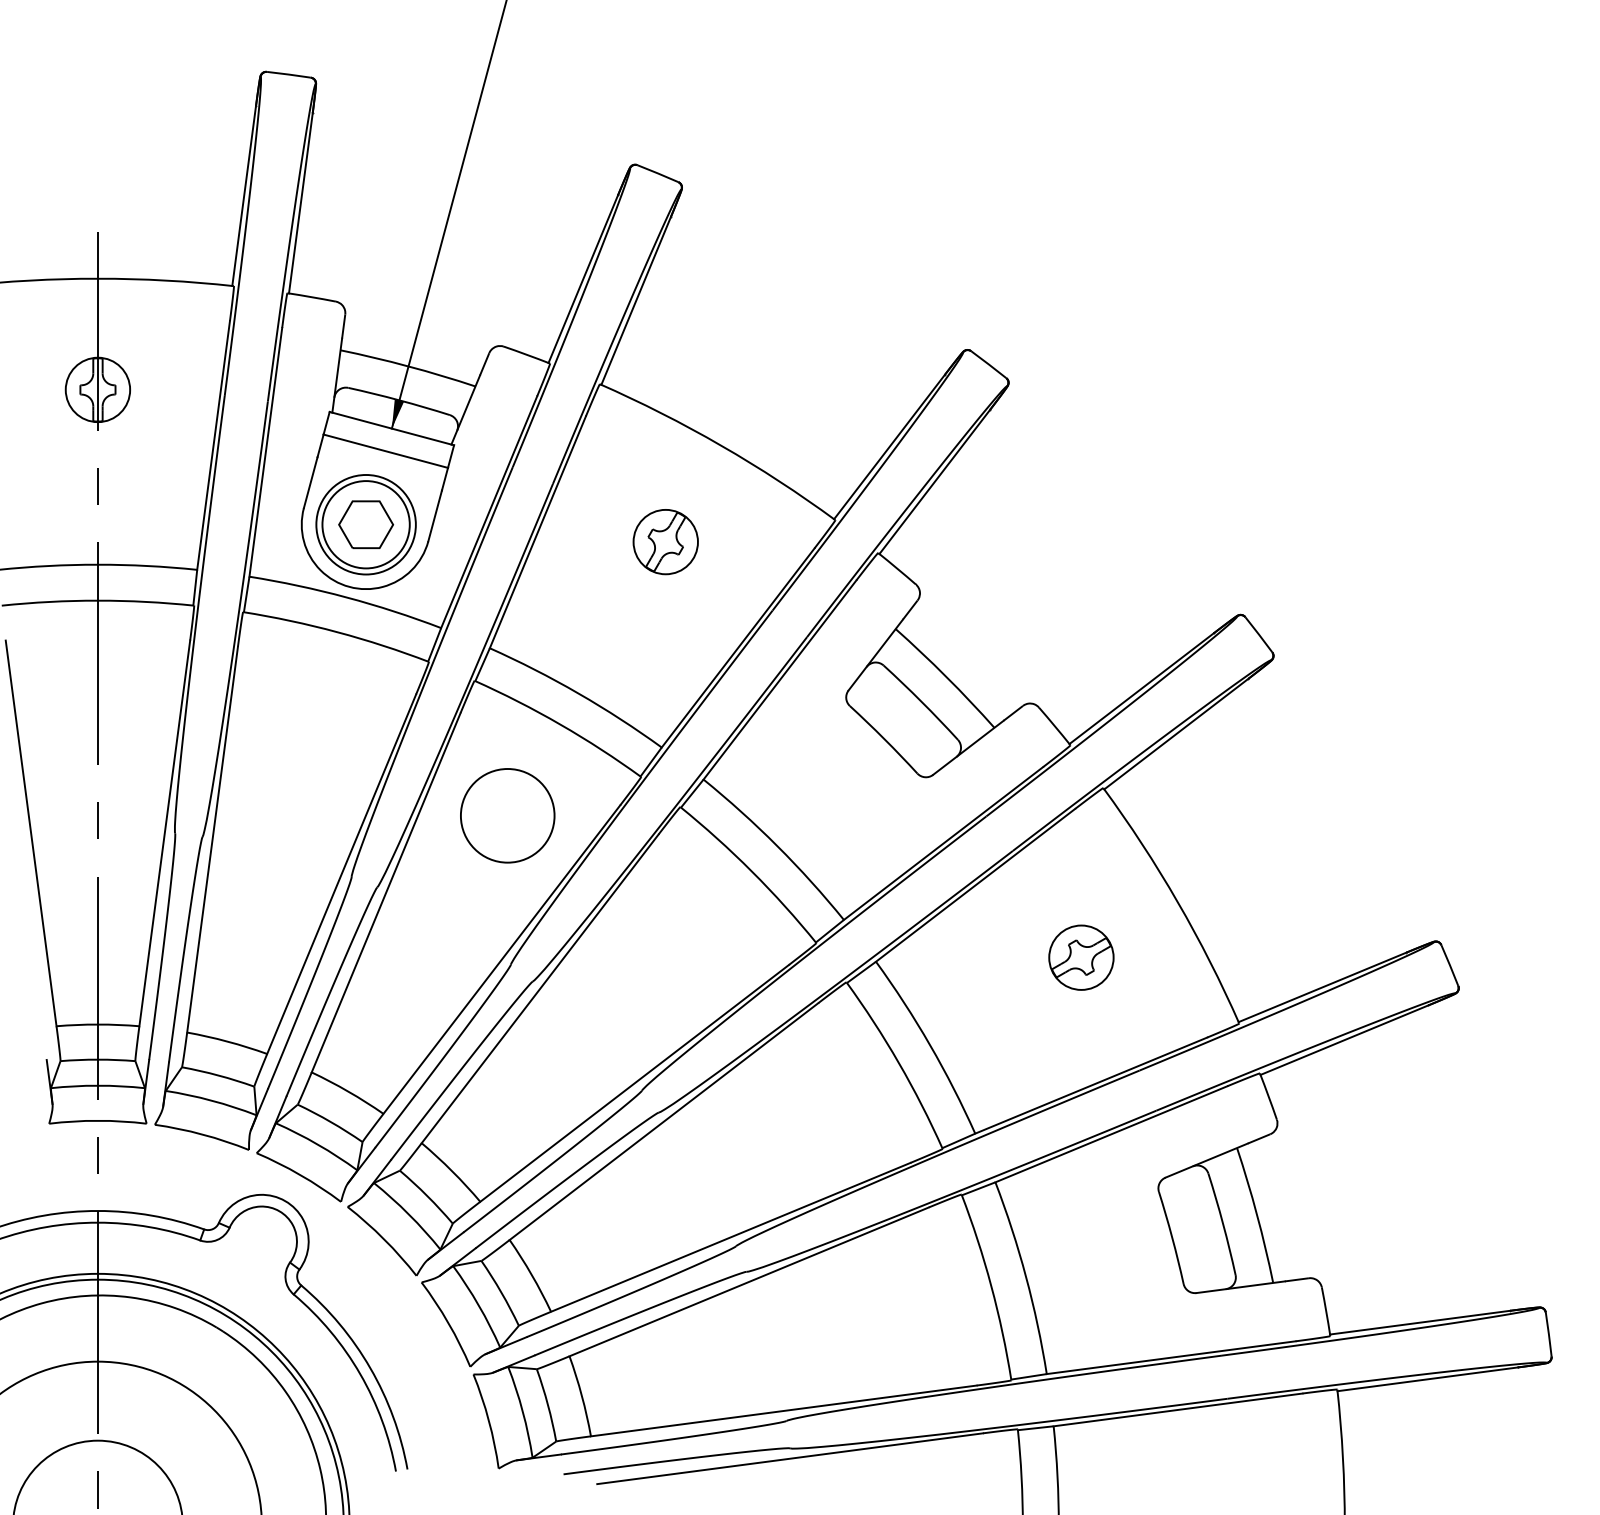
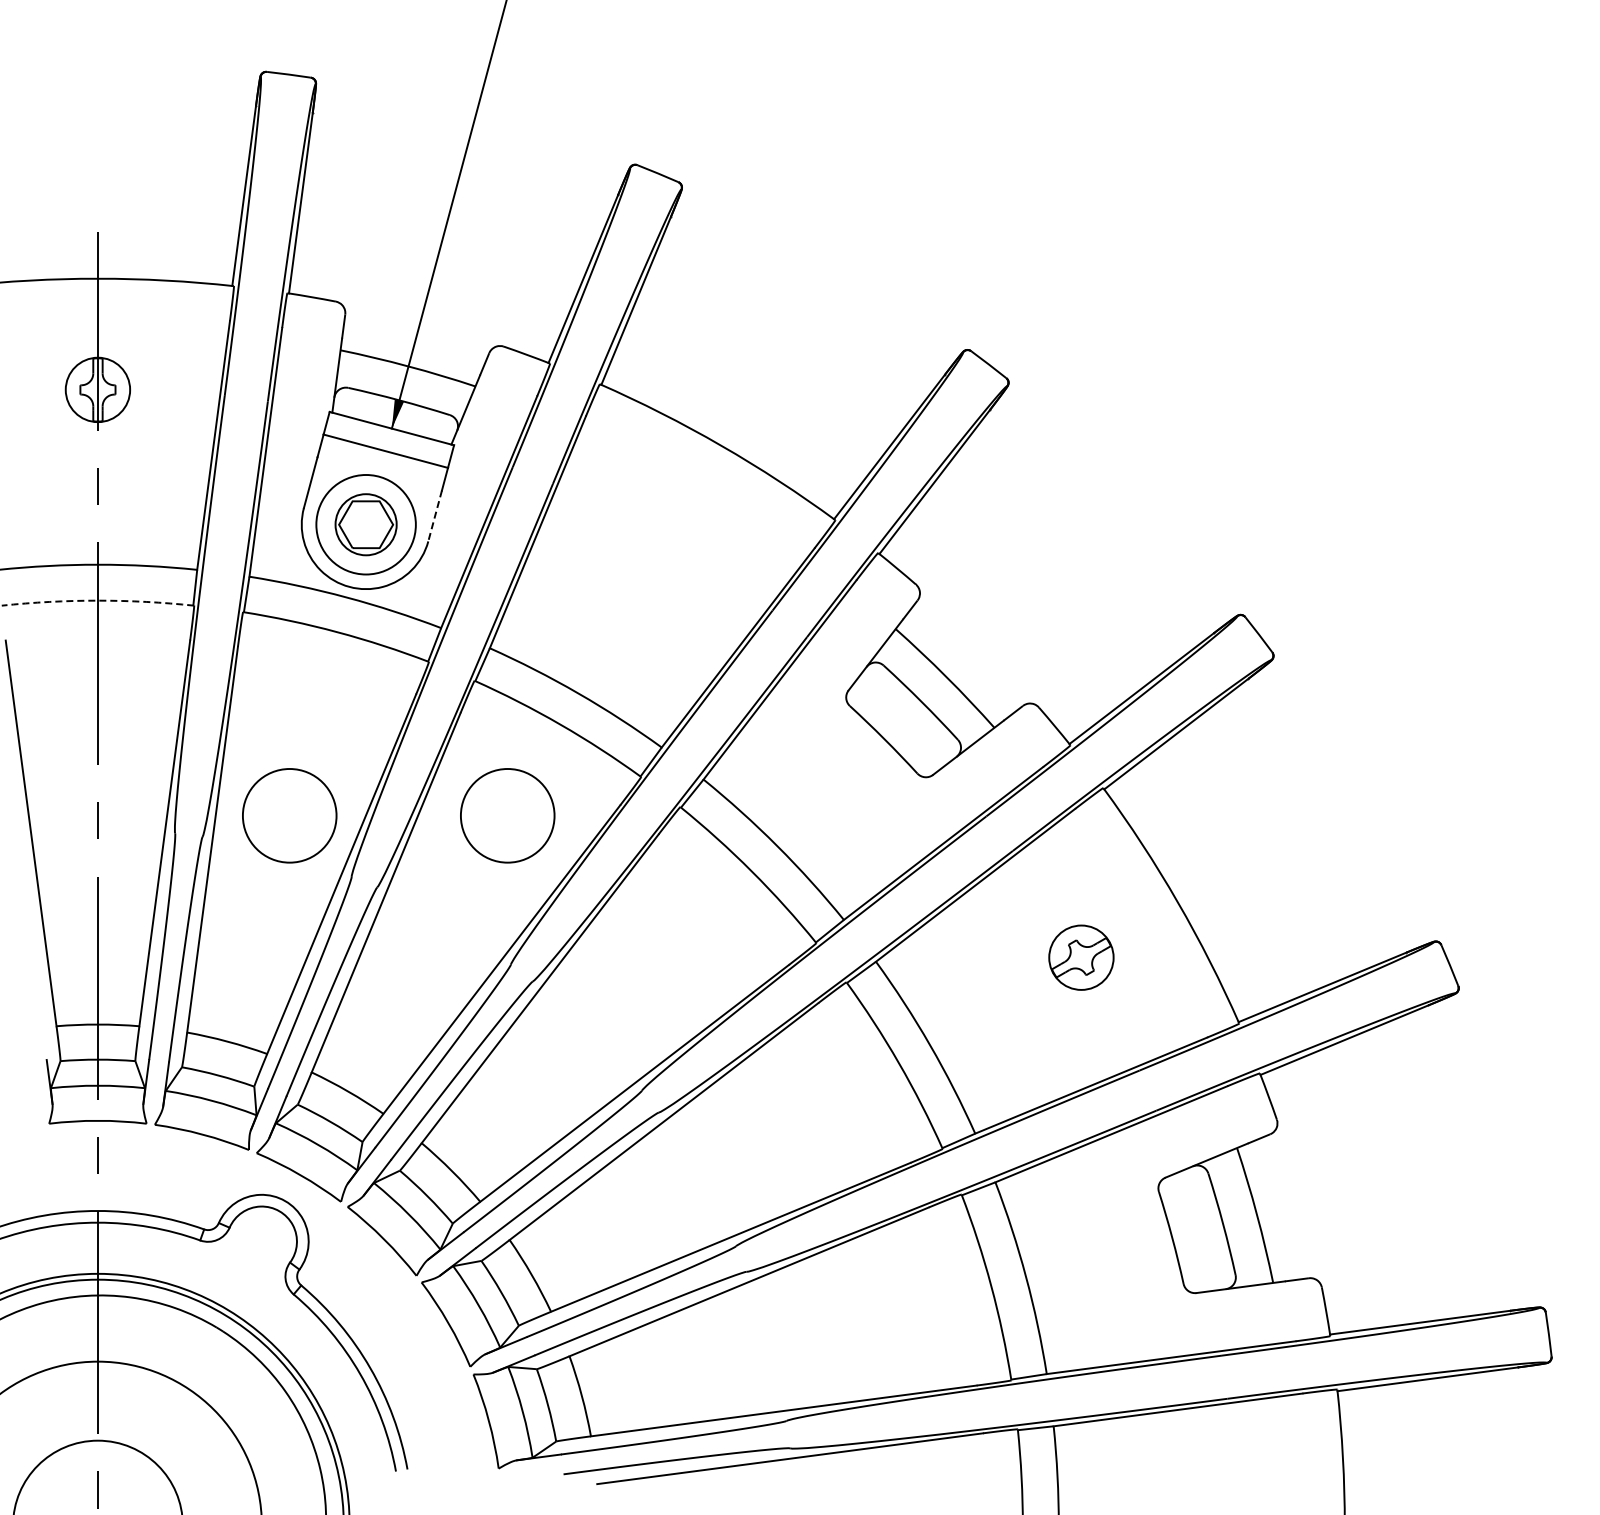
line at (435, 516): solid -> dashed
circle at (365, 524) diameter: 87 px -> 61 px
part at (665, 542): present -> none
arc at (97, 600): solid -> dashed
circle at (289, 815): none -> present
